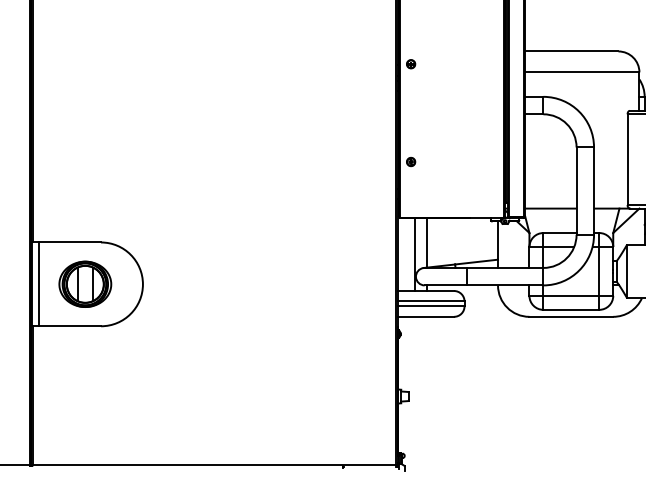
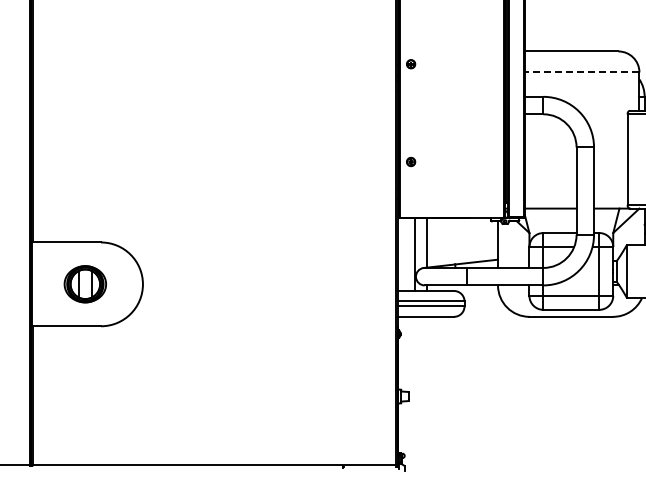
line at (581, 72): solid -> dashed
part at (85, 283) size: 55x48 px -> 44x39 px
line at (39, 284): present -> none
